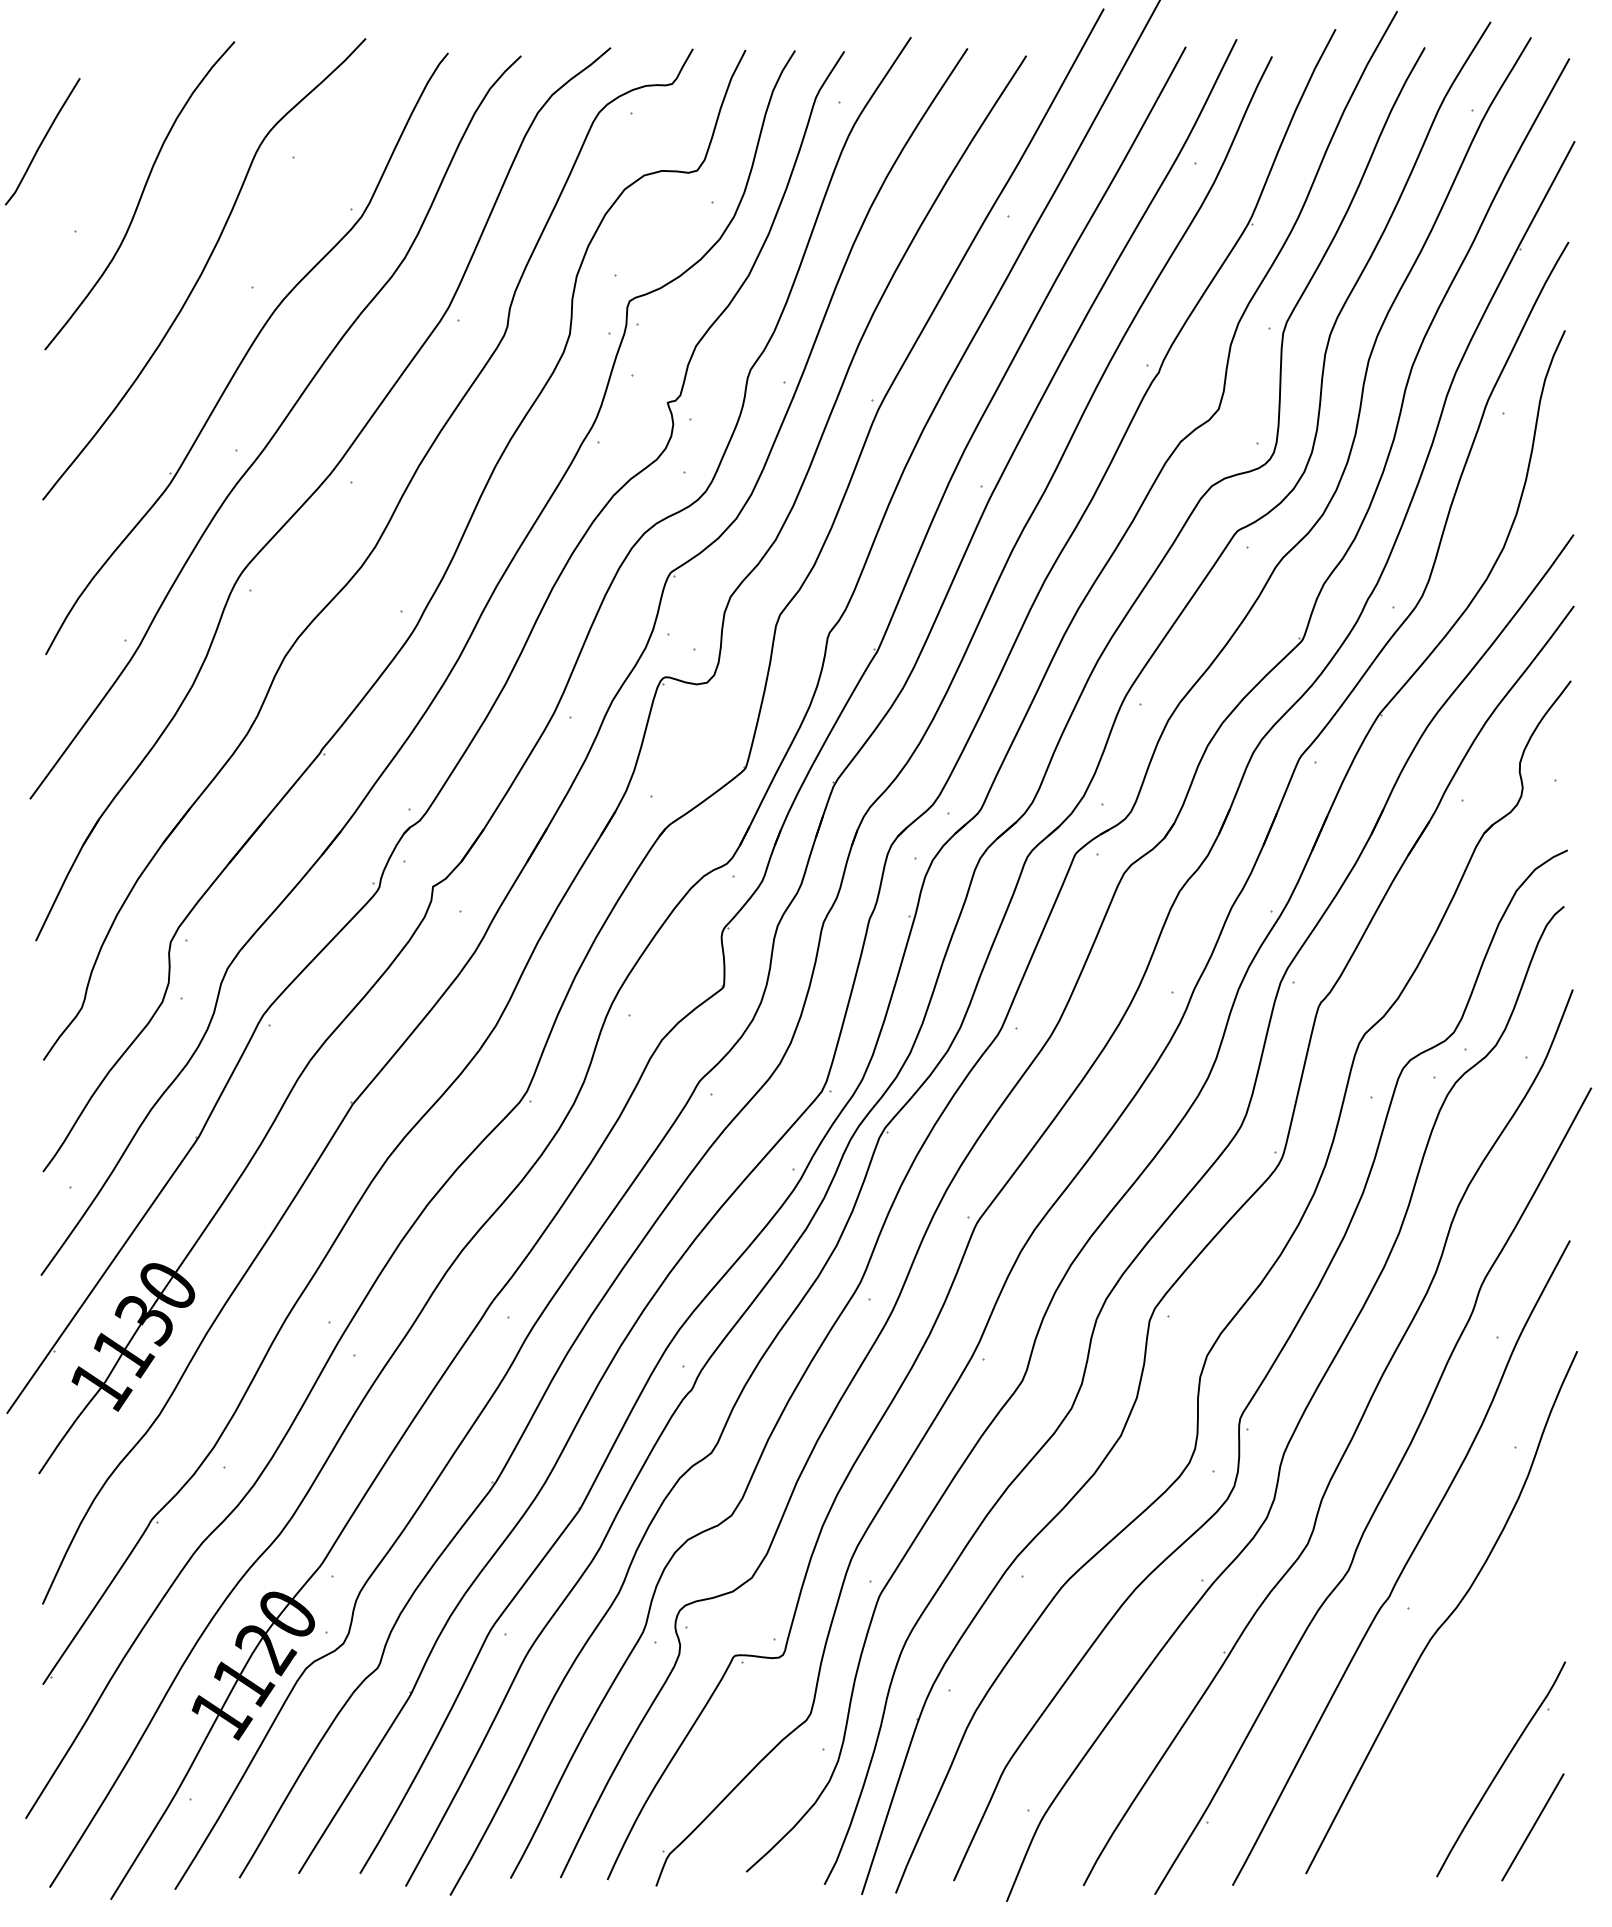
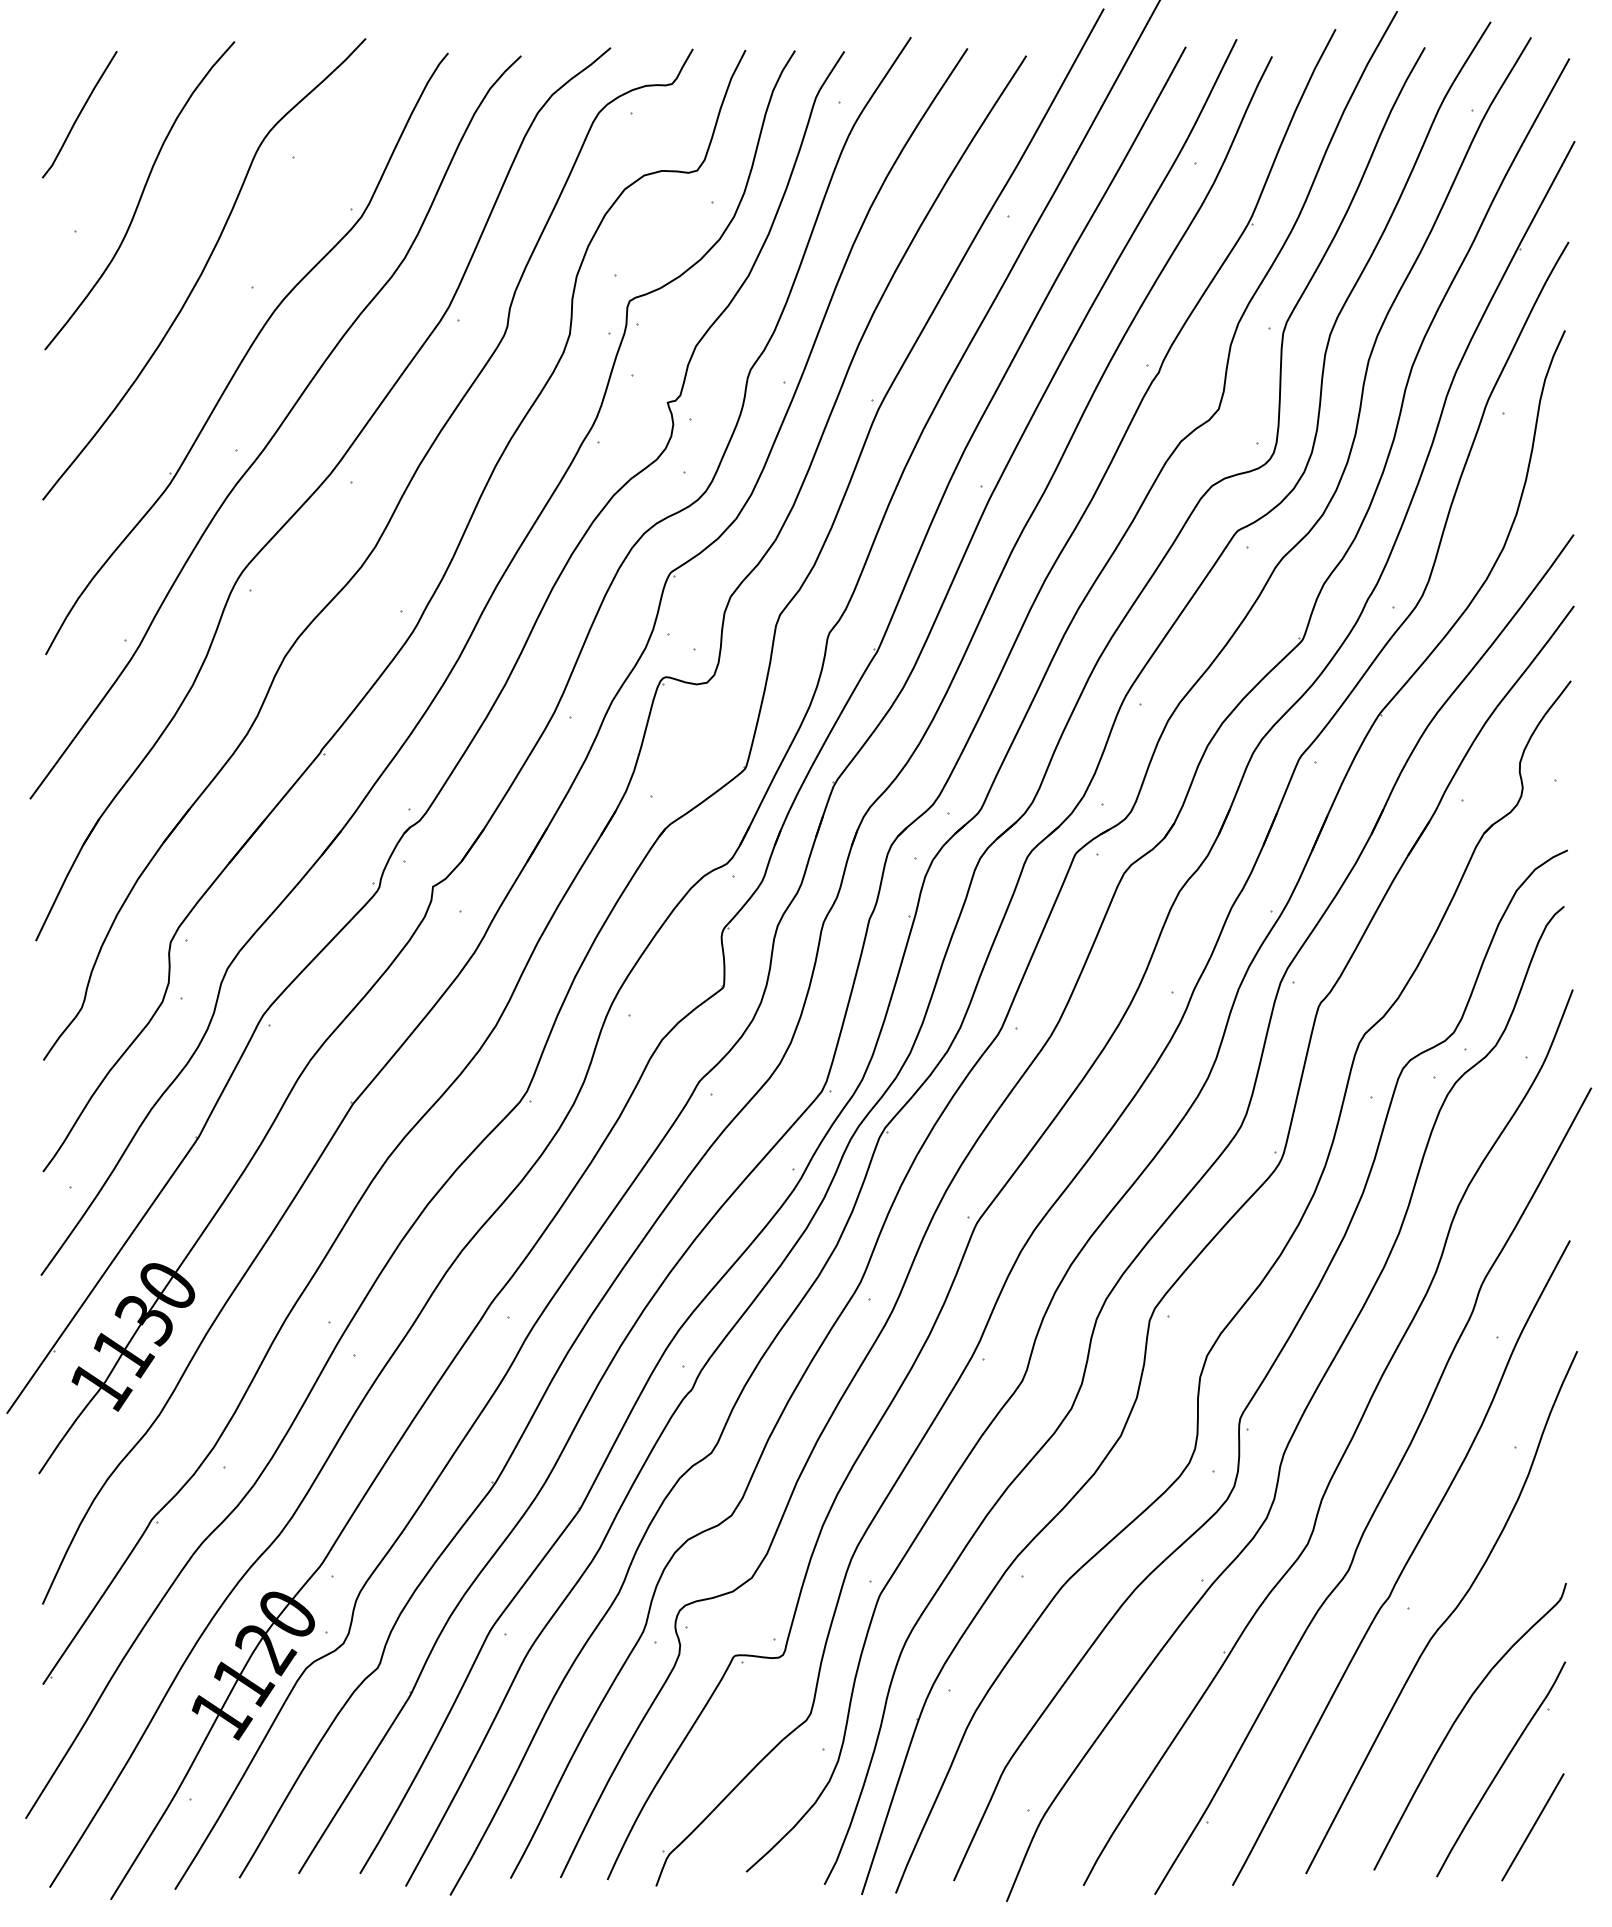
curve at (42, 141) position: (42, 141) -> (79, 114)
part at (1458, 1718): none -> present
